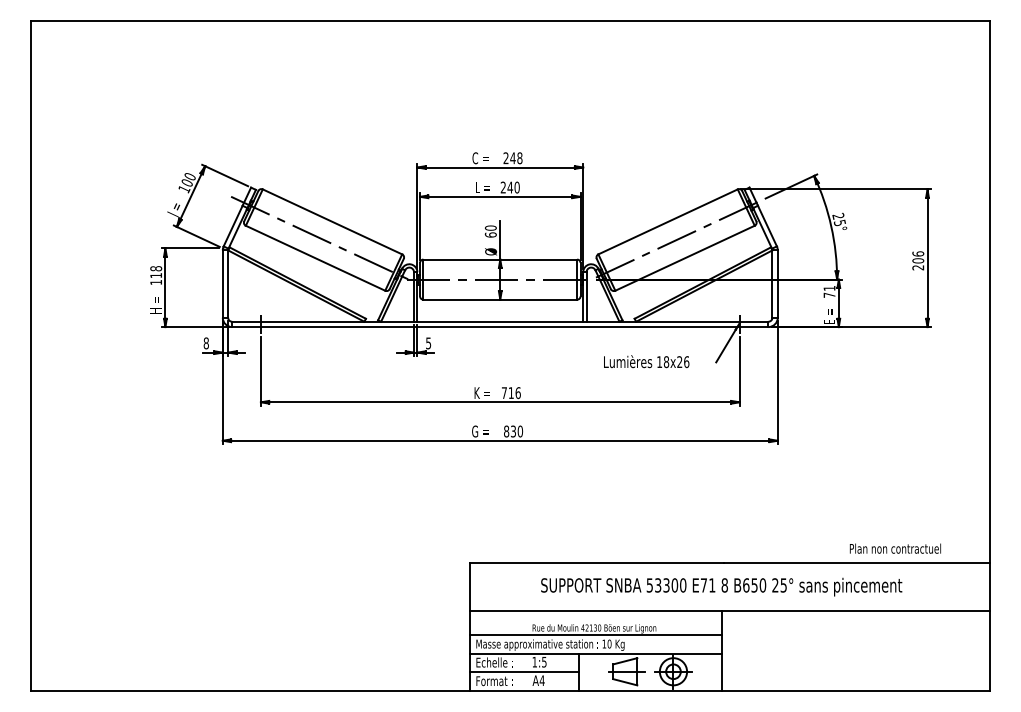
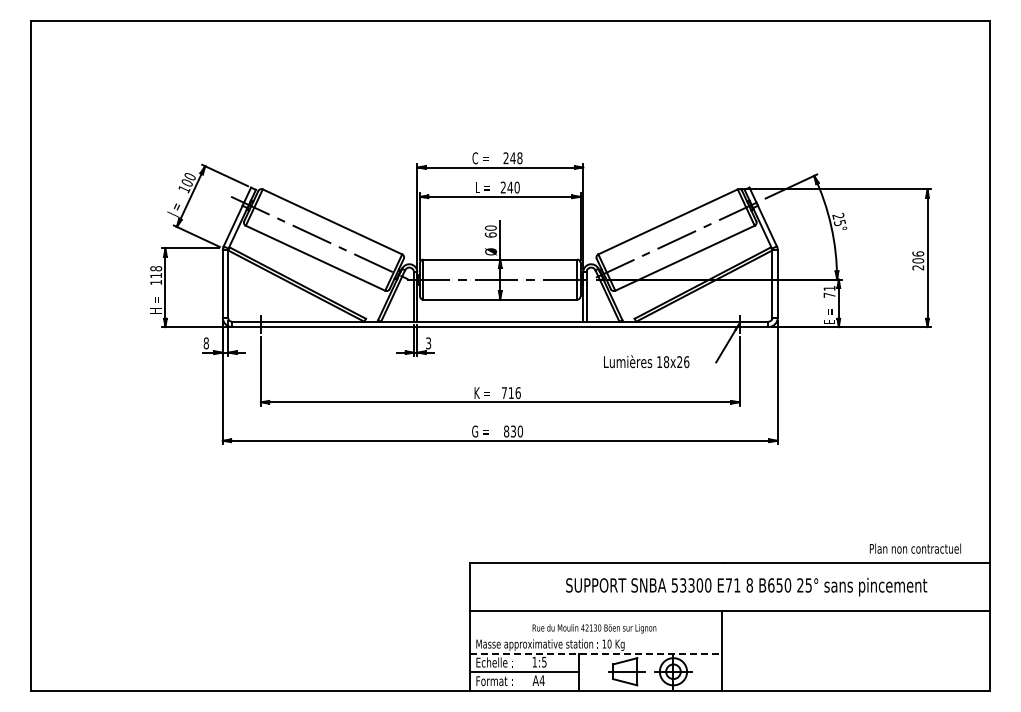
text at (428, 342): 5 -> 3
text at (894, 548) position: (894, 548) -> (914, 548)
text at (721, 586) position: (721, 586) -> (746, 586)
line at (595, 635): present -> none
line at (595, 653): solid -> dashed
